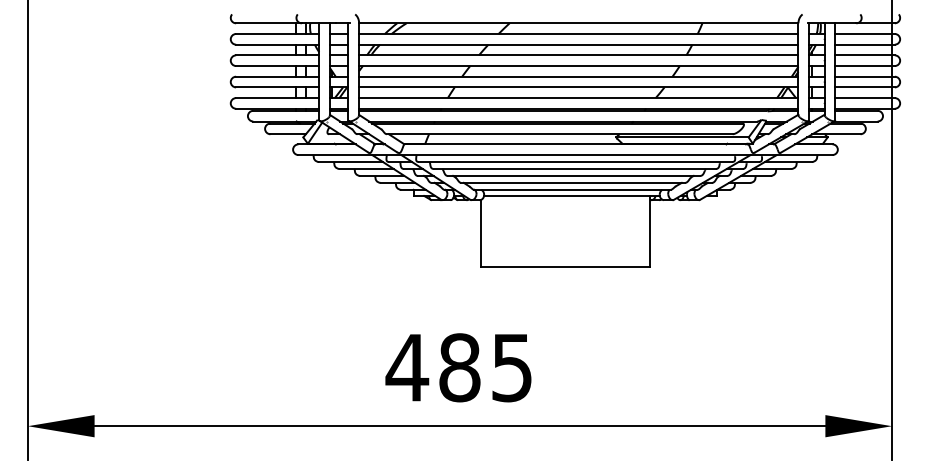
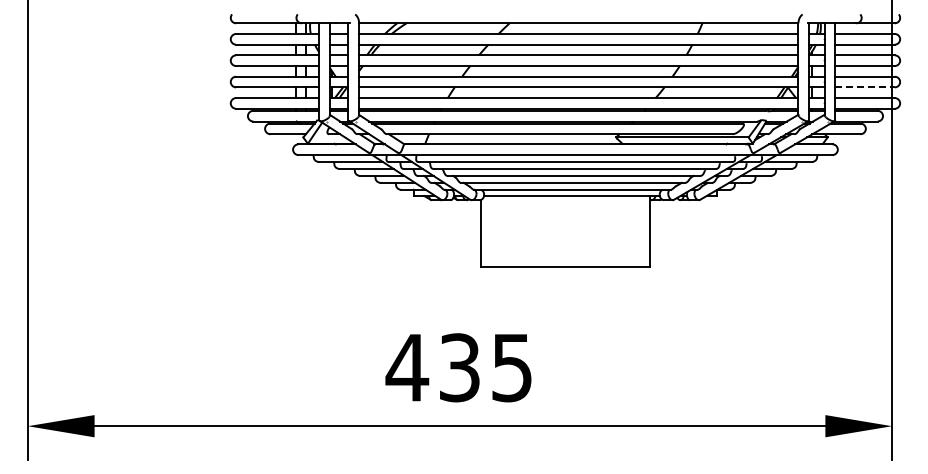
line at (865, 87): solid -> dashed
text at (459, 367): 485 -> 435
